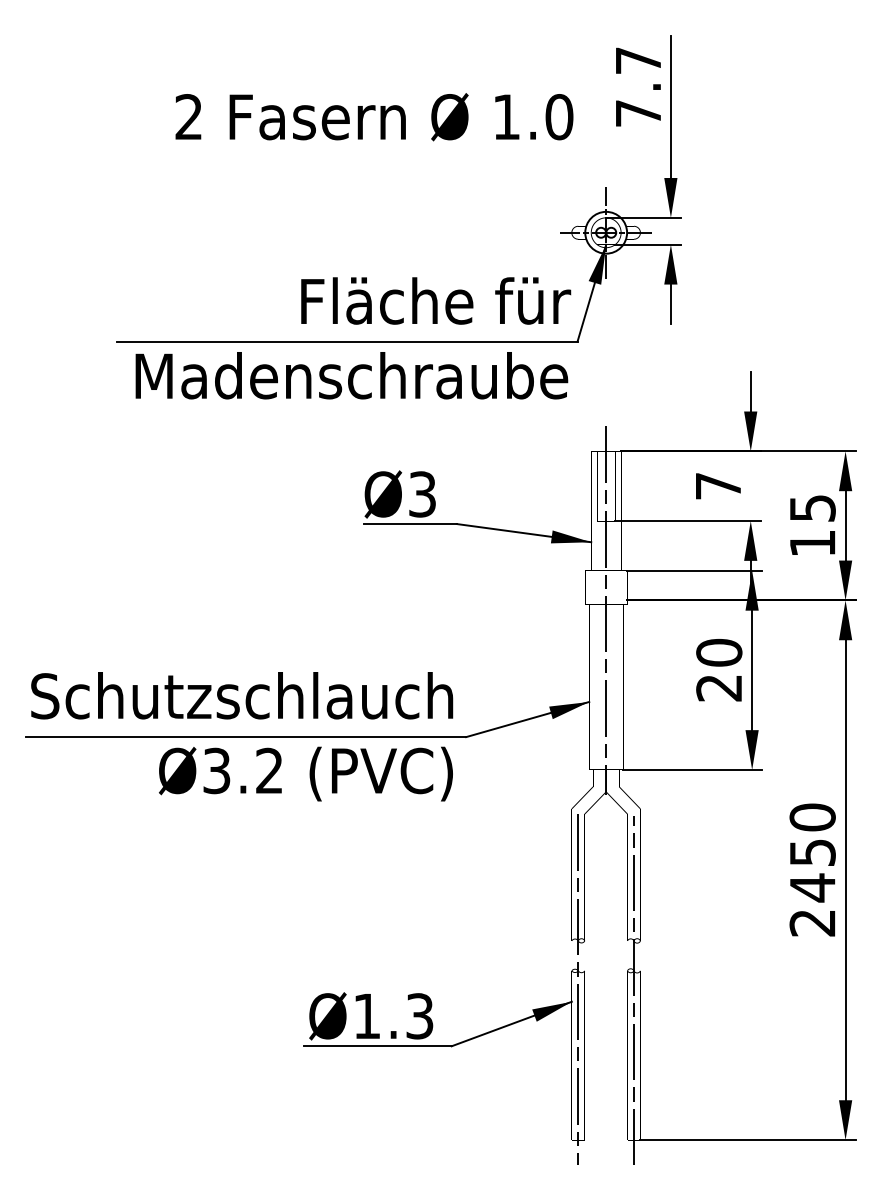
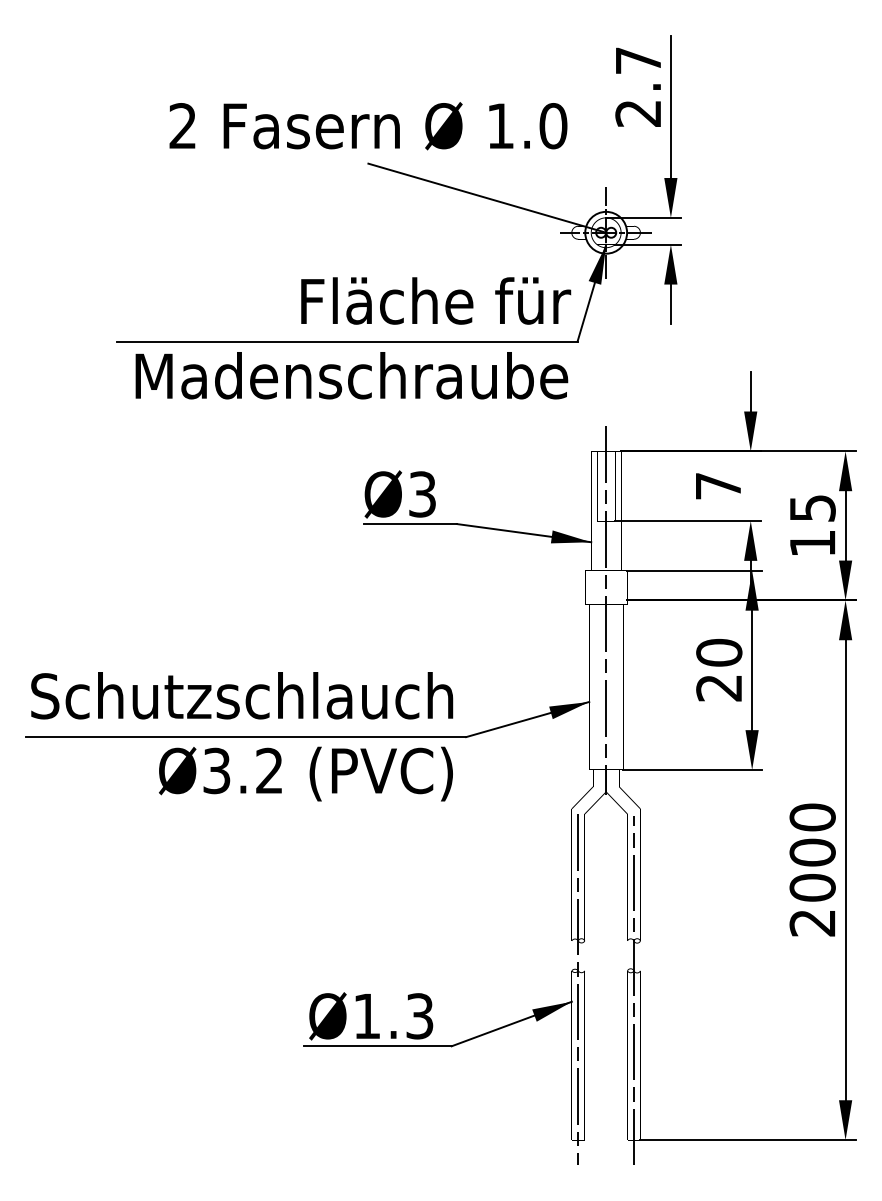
text at (637, 113): 7.7 -> 2.7
text at (374, 117) position: (374, 117) -> (368, 126)
line at (487, 197): none -> present
text at (812, 870): 2450 -> 2000
